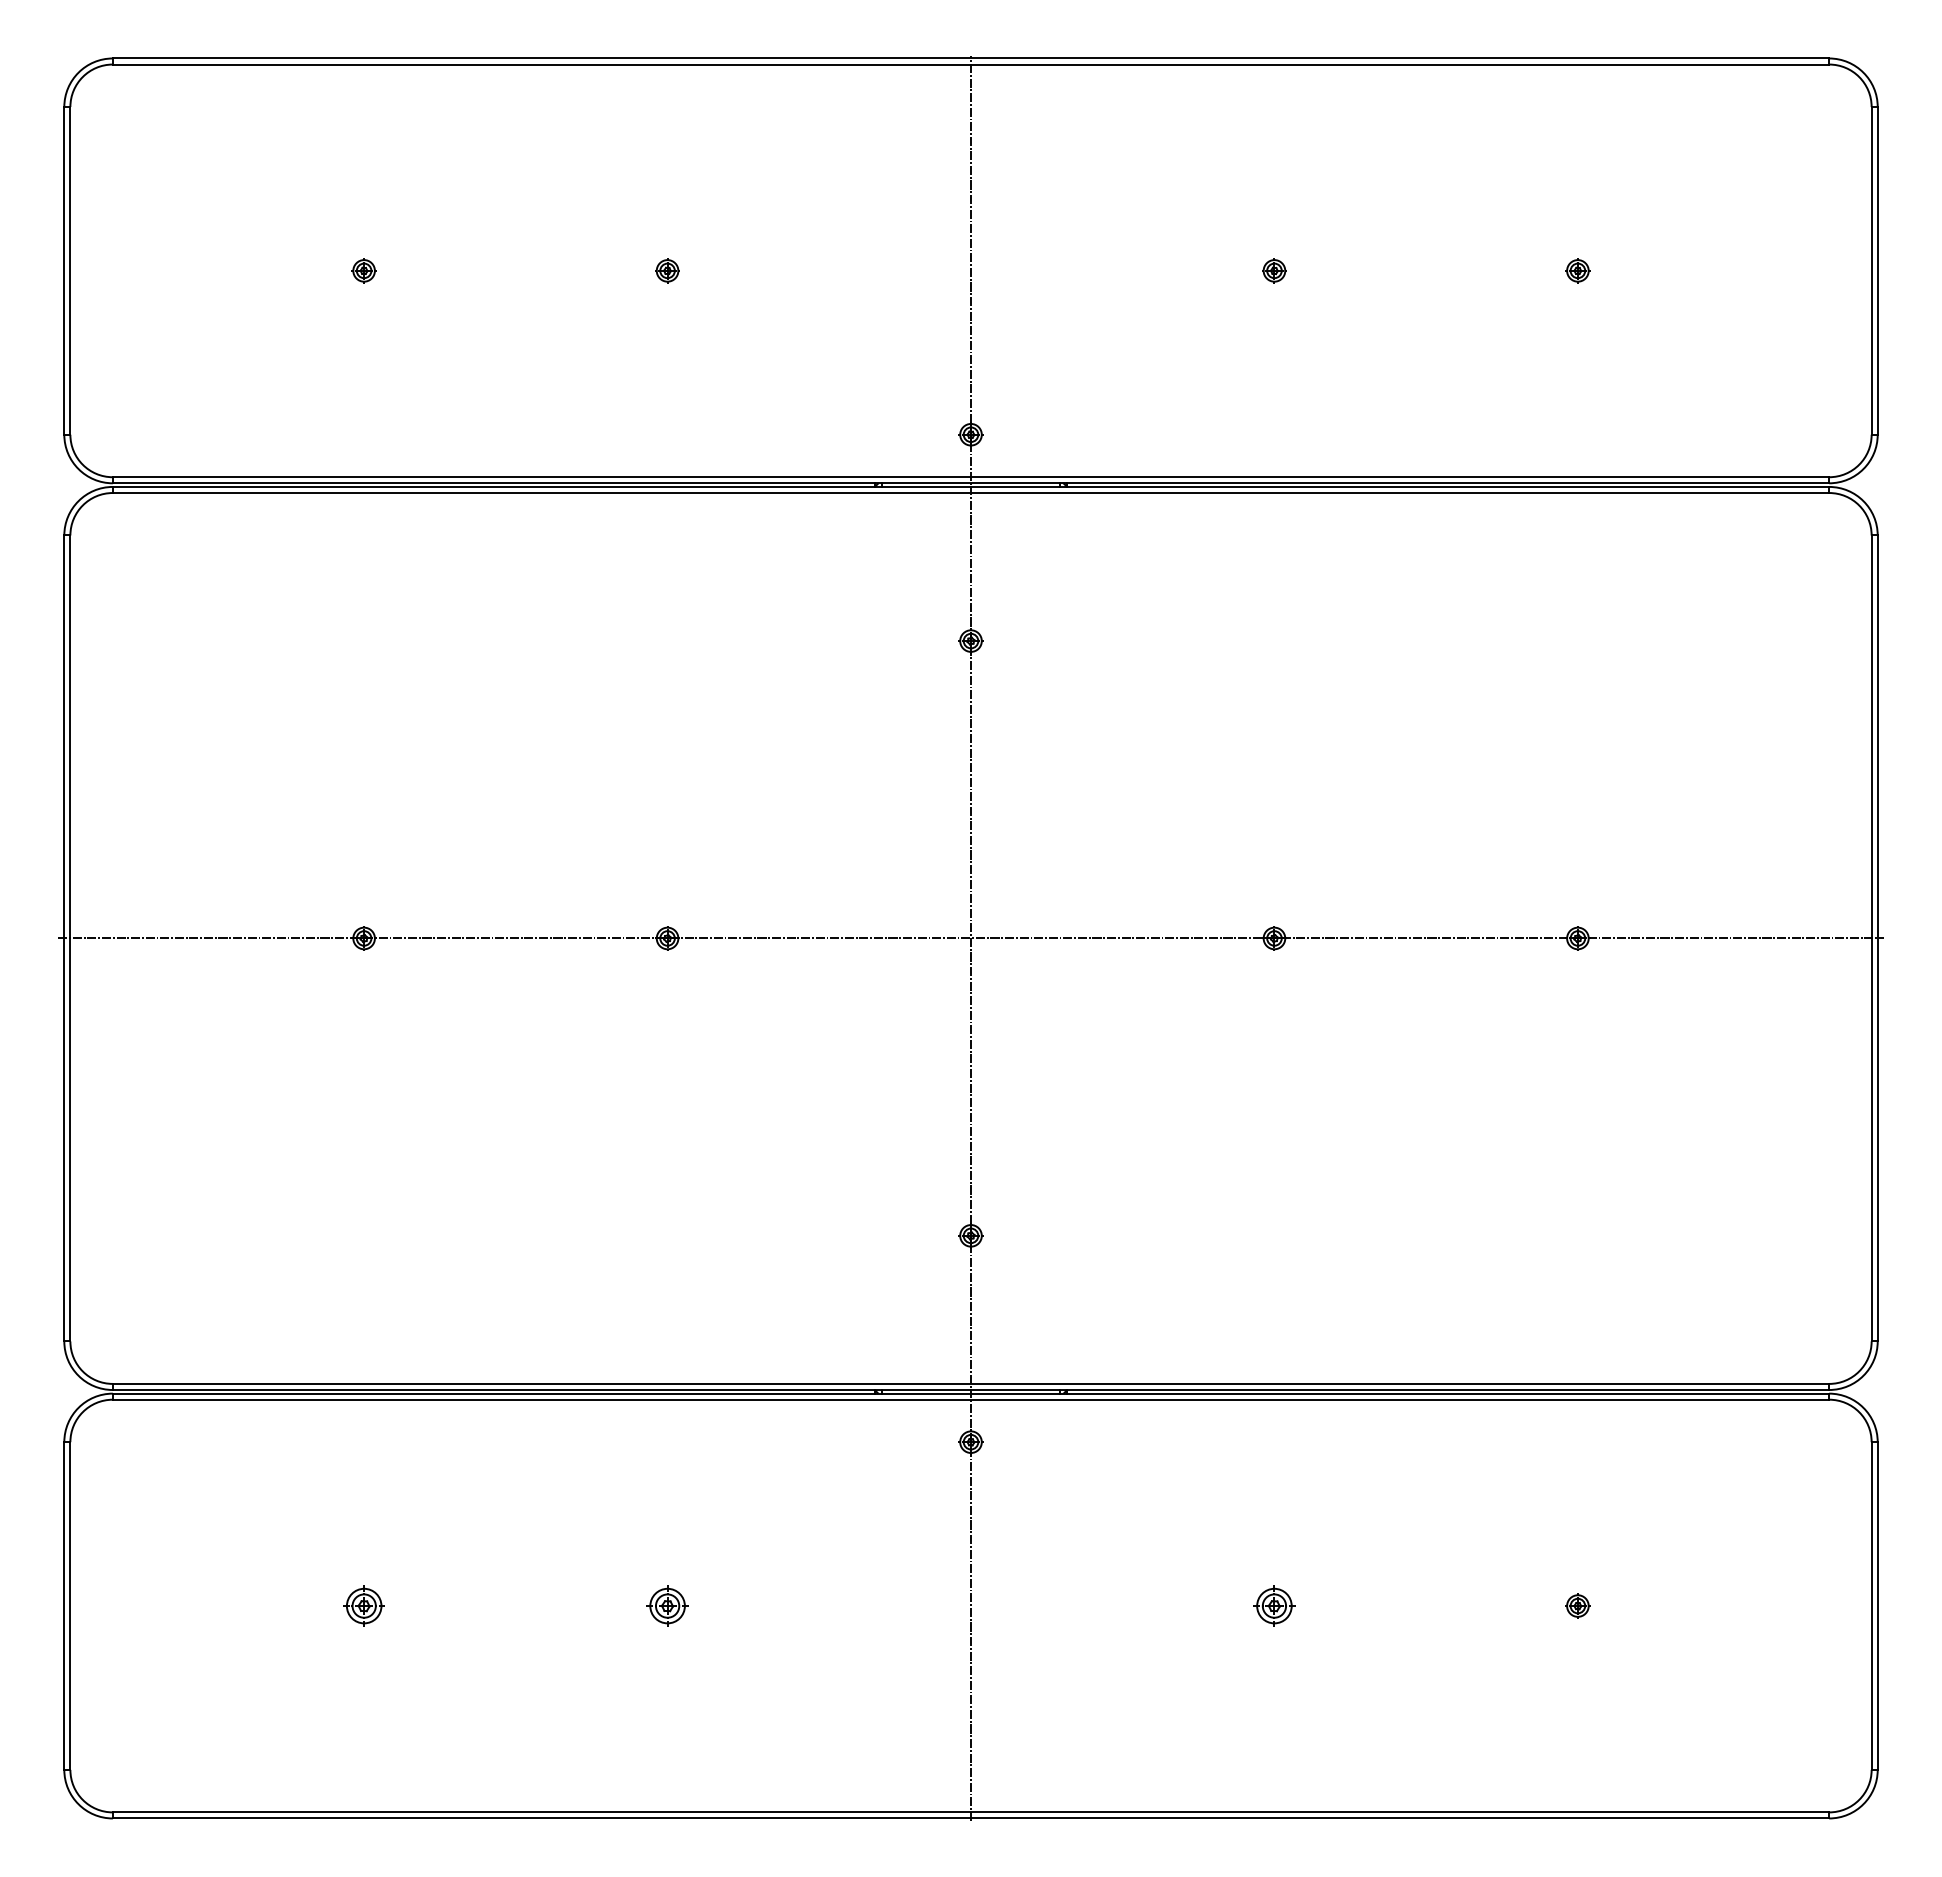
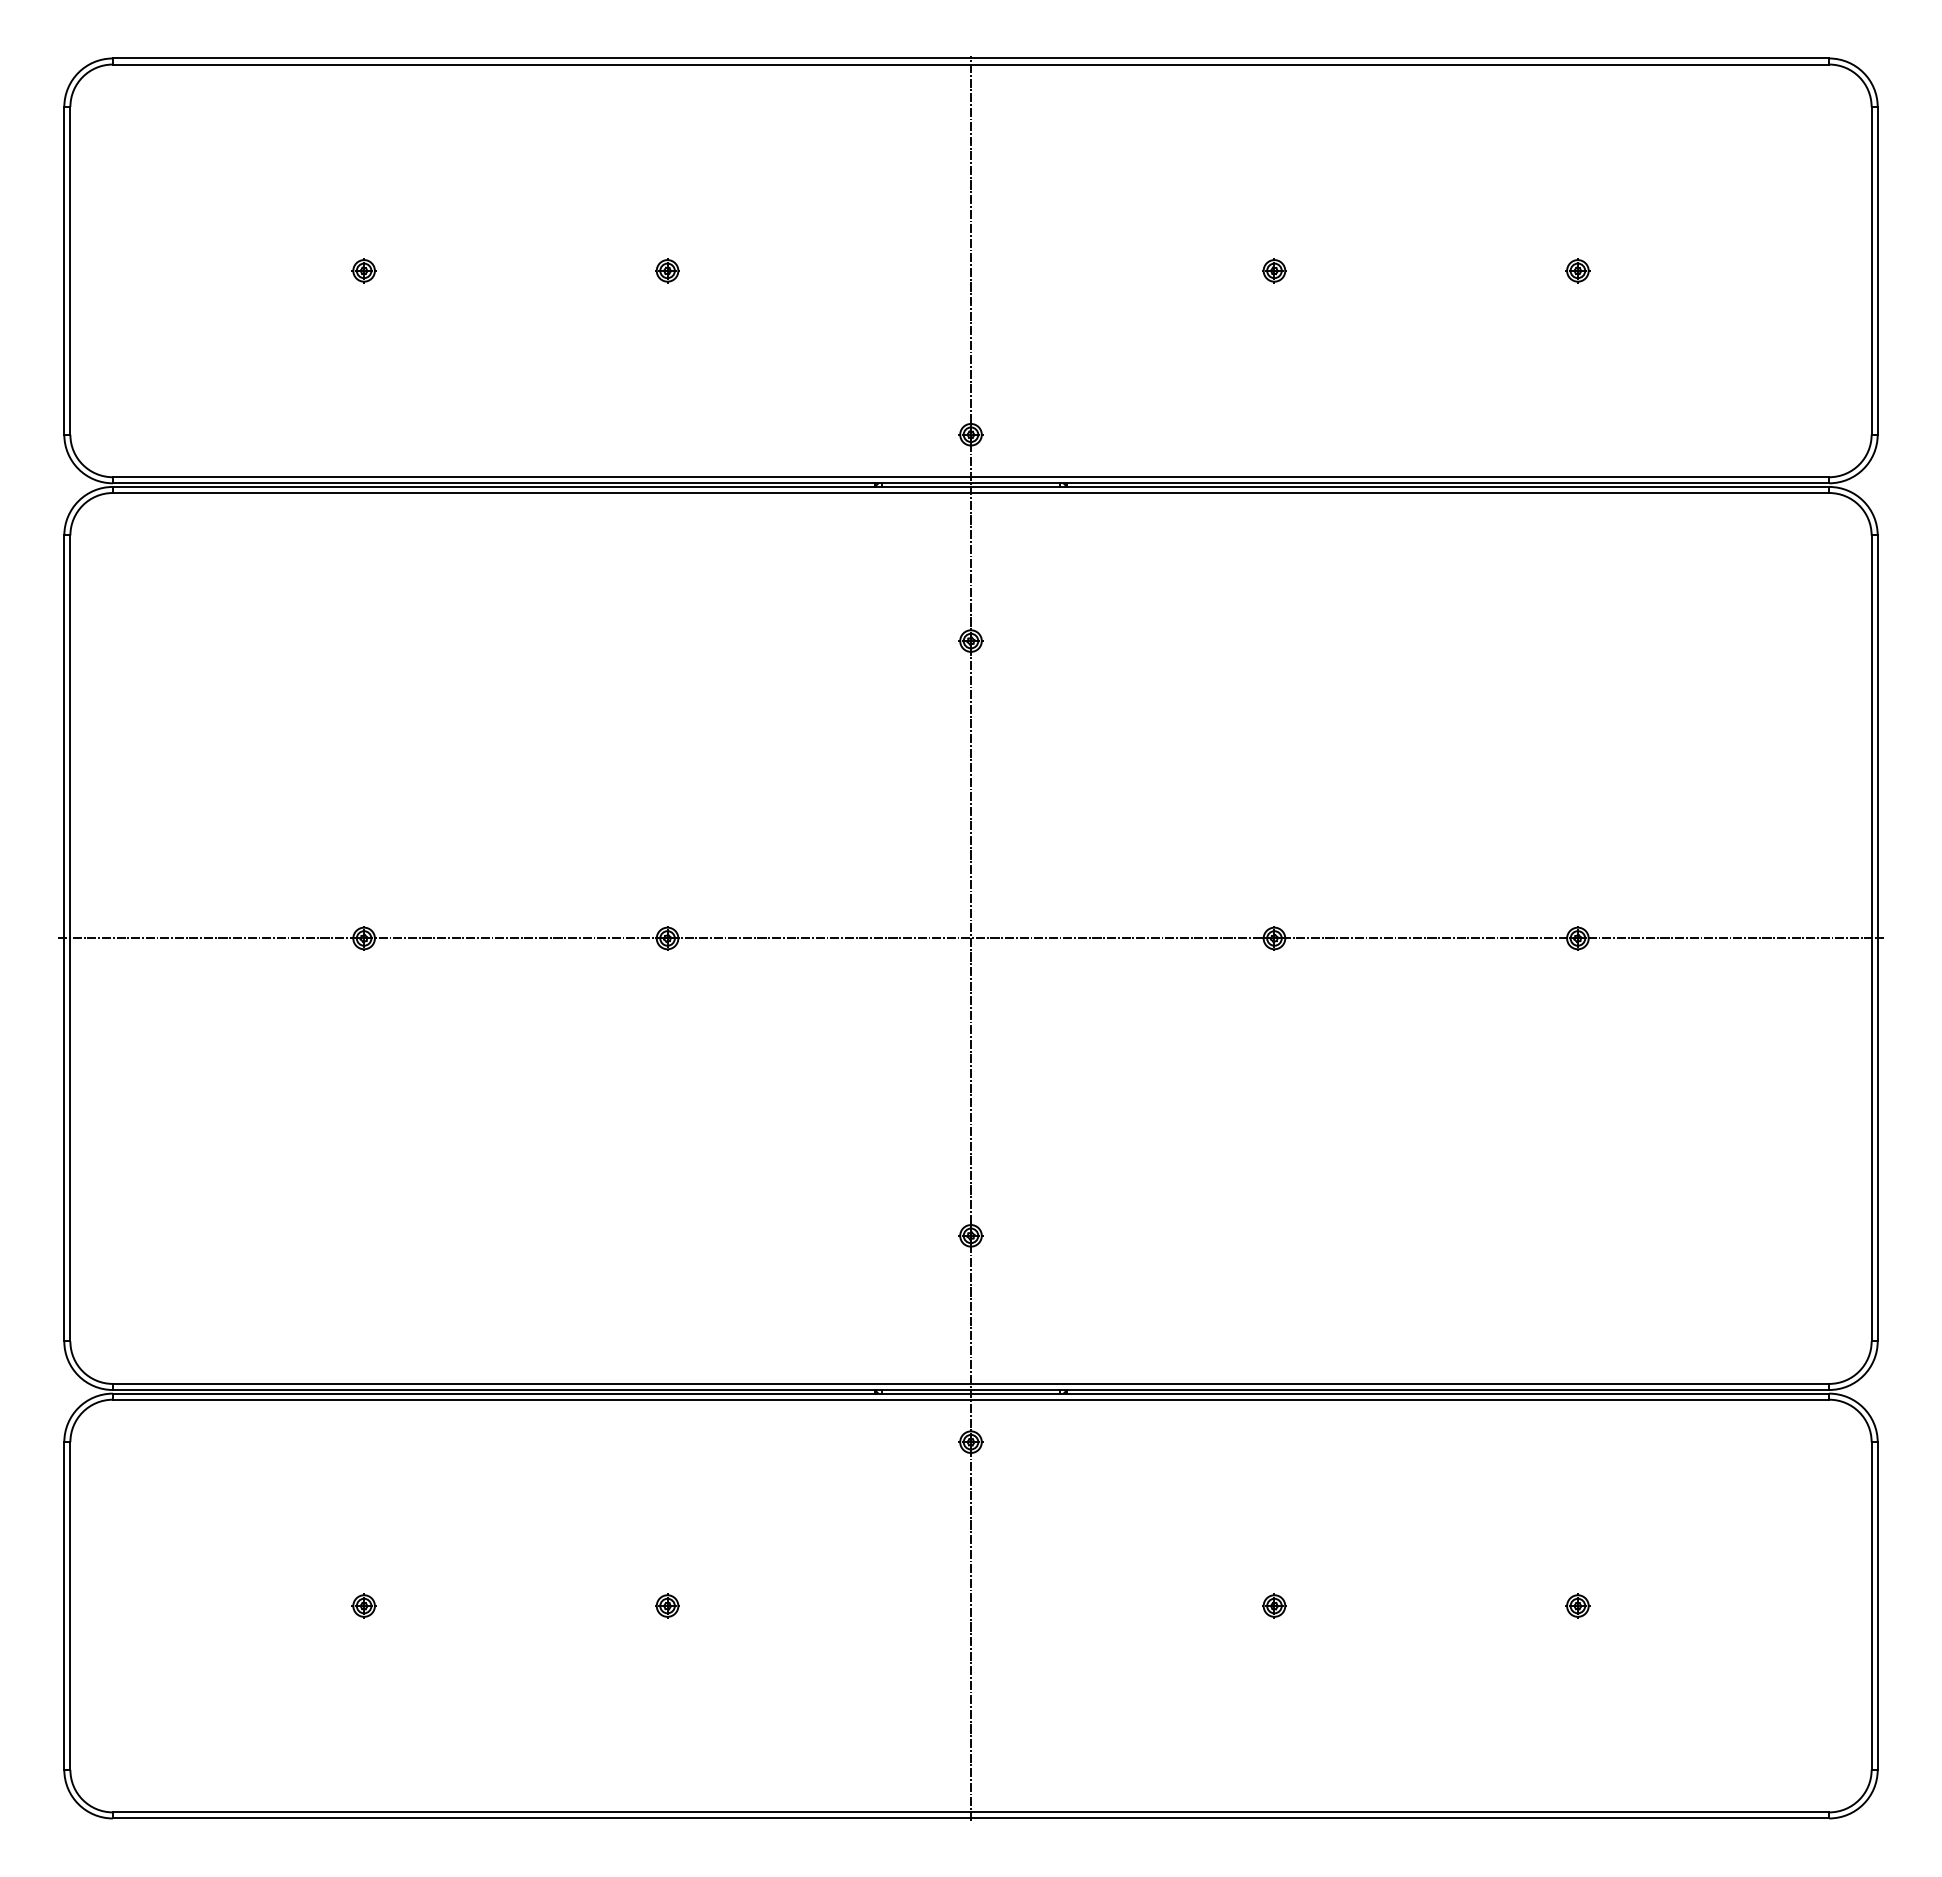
part at (363, 1605) size: 42x42 px -> 26x26 px
part at (667, 1605) size: 43x42 px -> 25x26 px
part at (1274, 1605) size: 43x42 px -> 25x26 px
